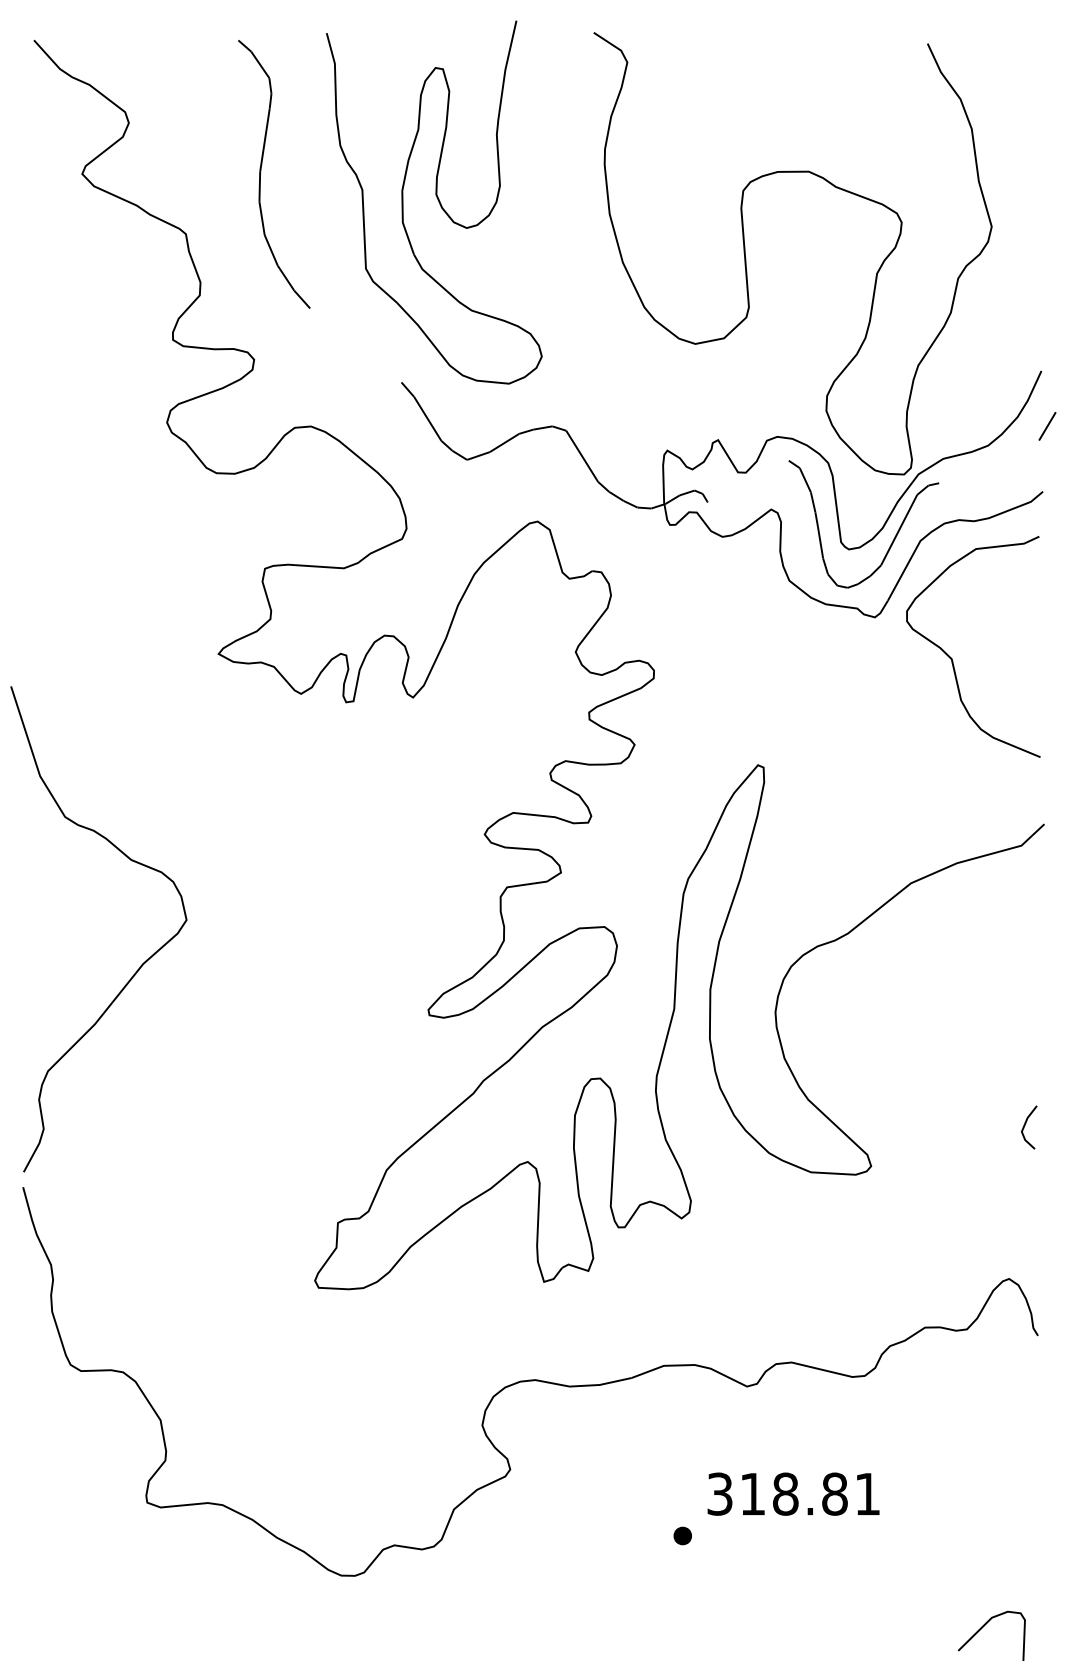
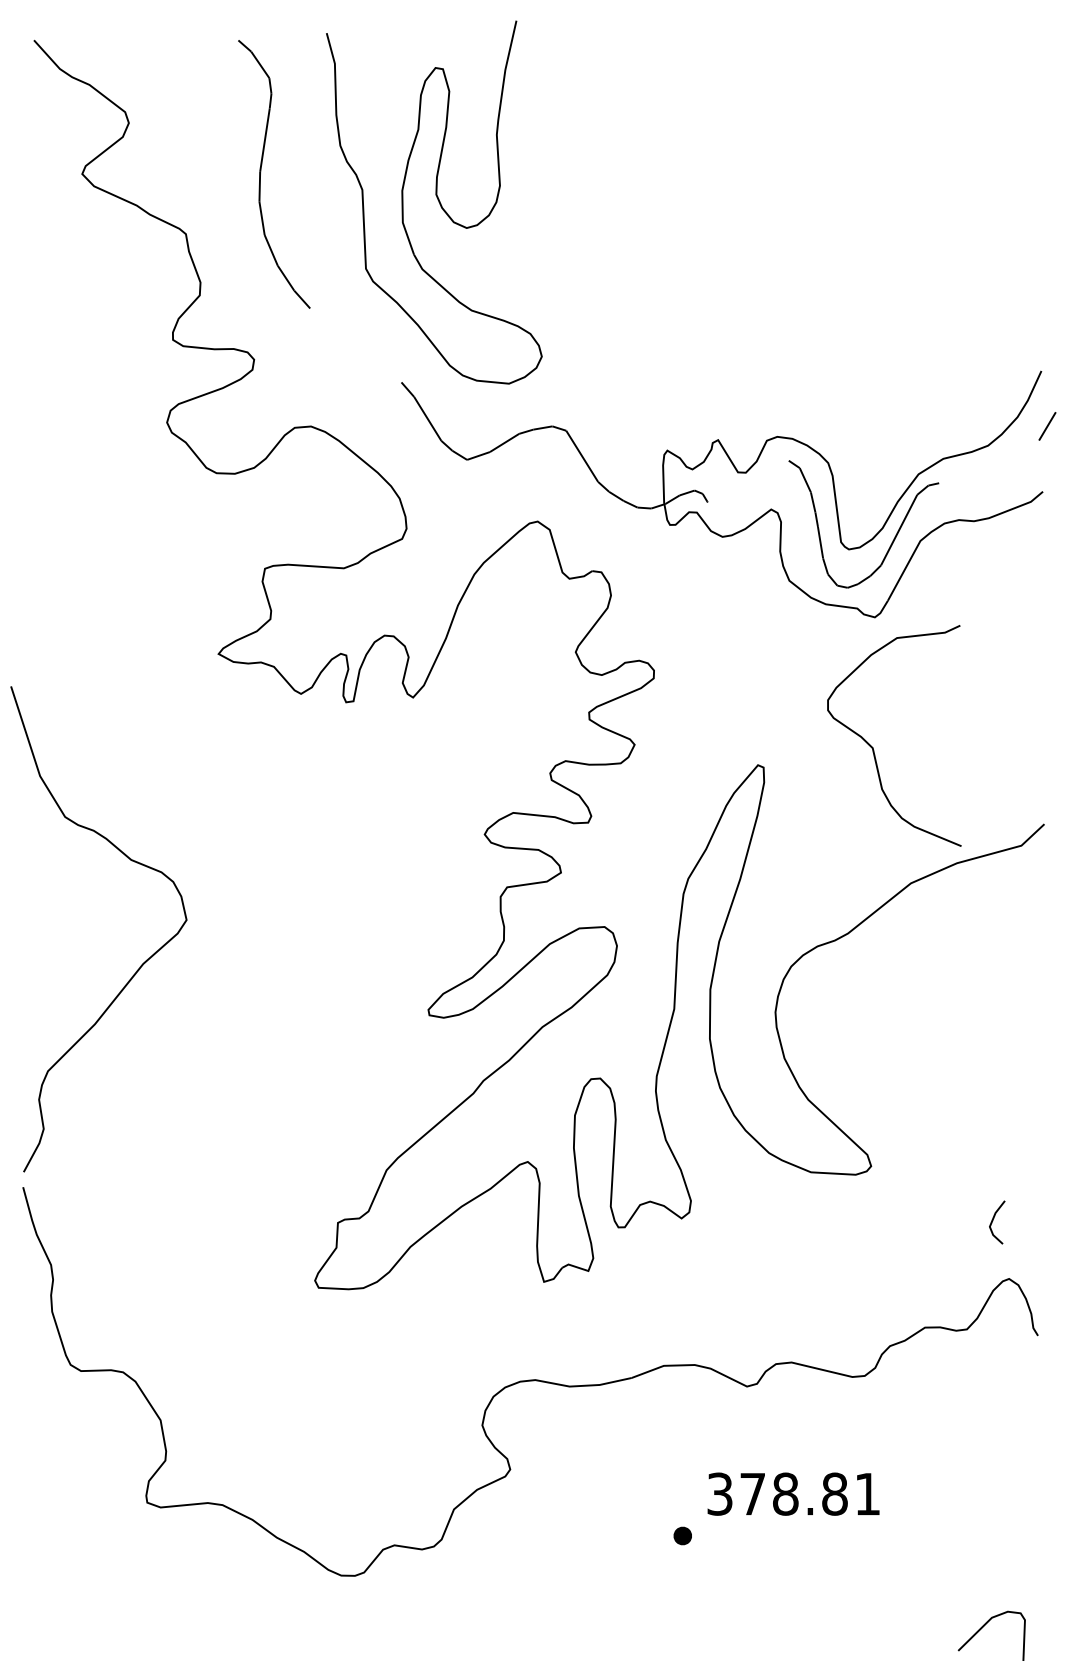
curve at (746, 258): present -> none
curve at (952, 658) position: (952, 658) -> (873, 747)
line at (1025, 1125) position: (1025, 1125) -> (993, 1220)
text at (752, 1494): 318.81 -> 378.81
